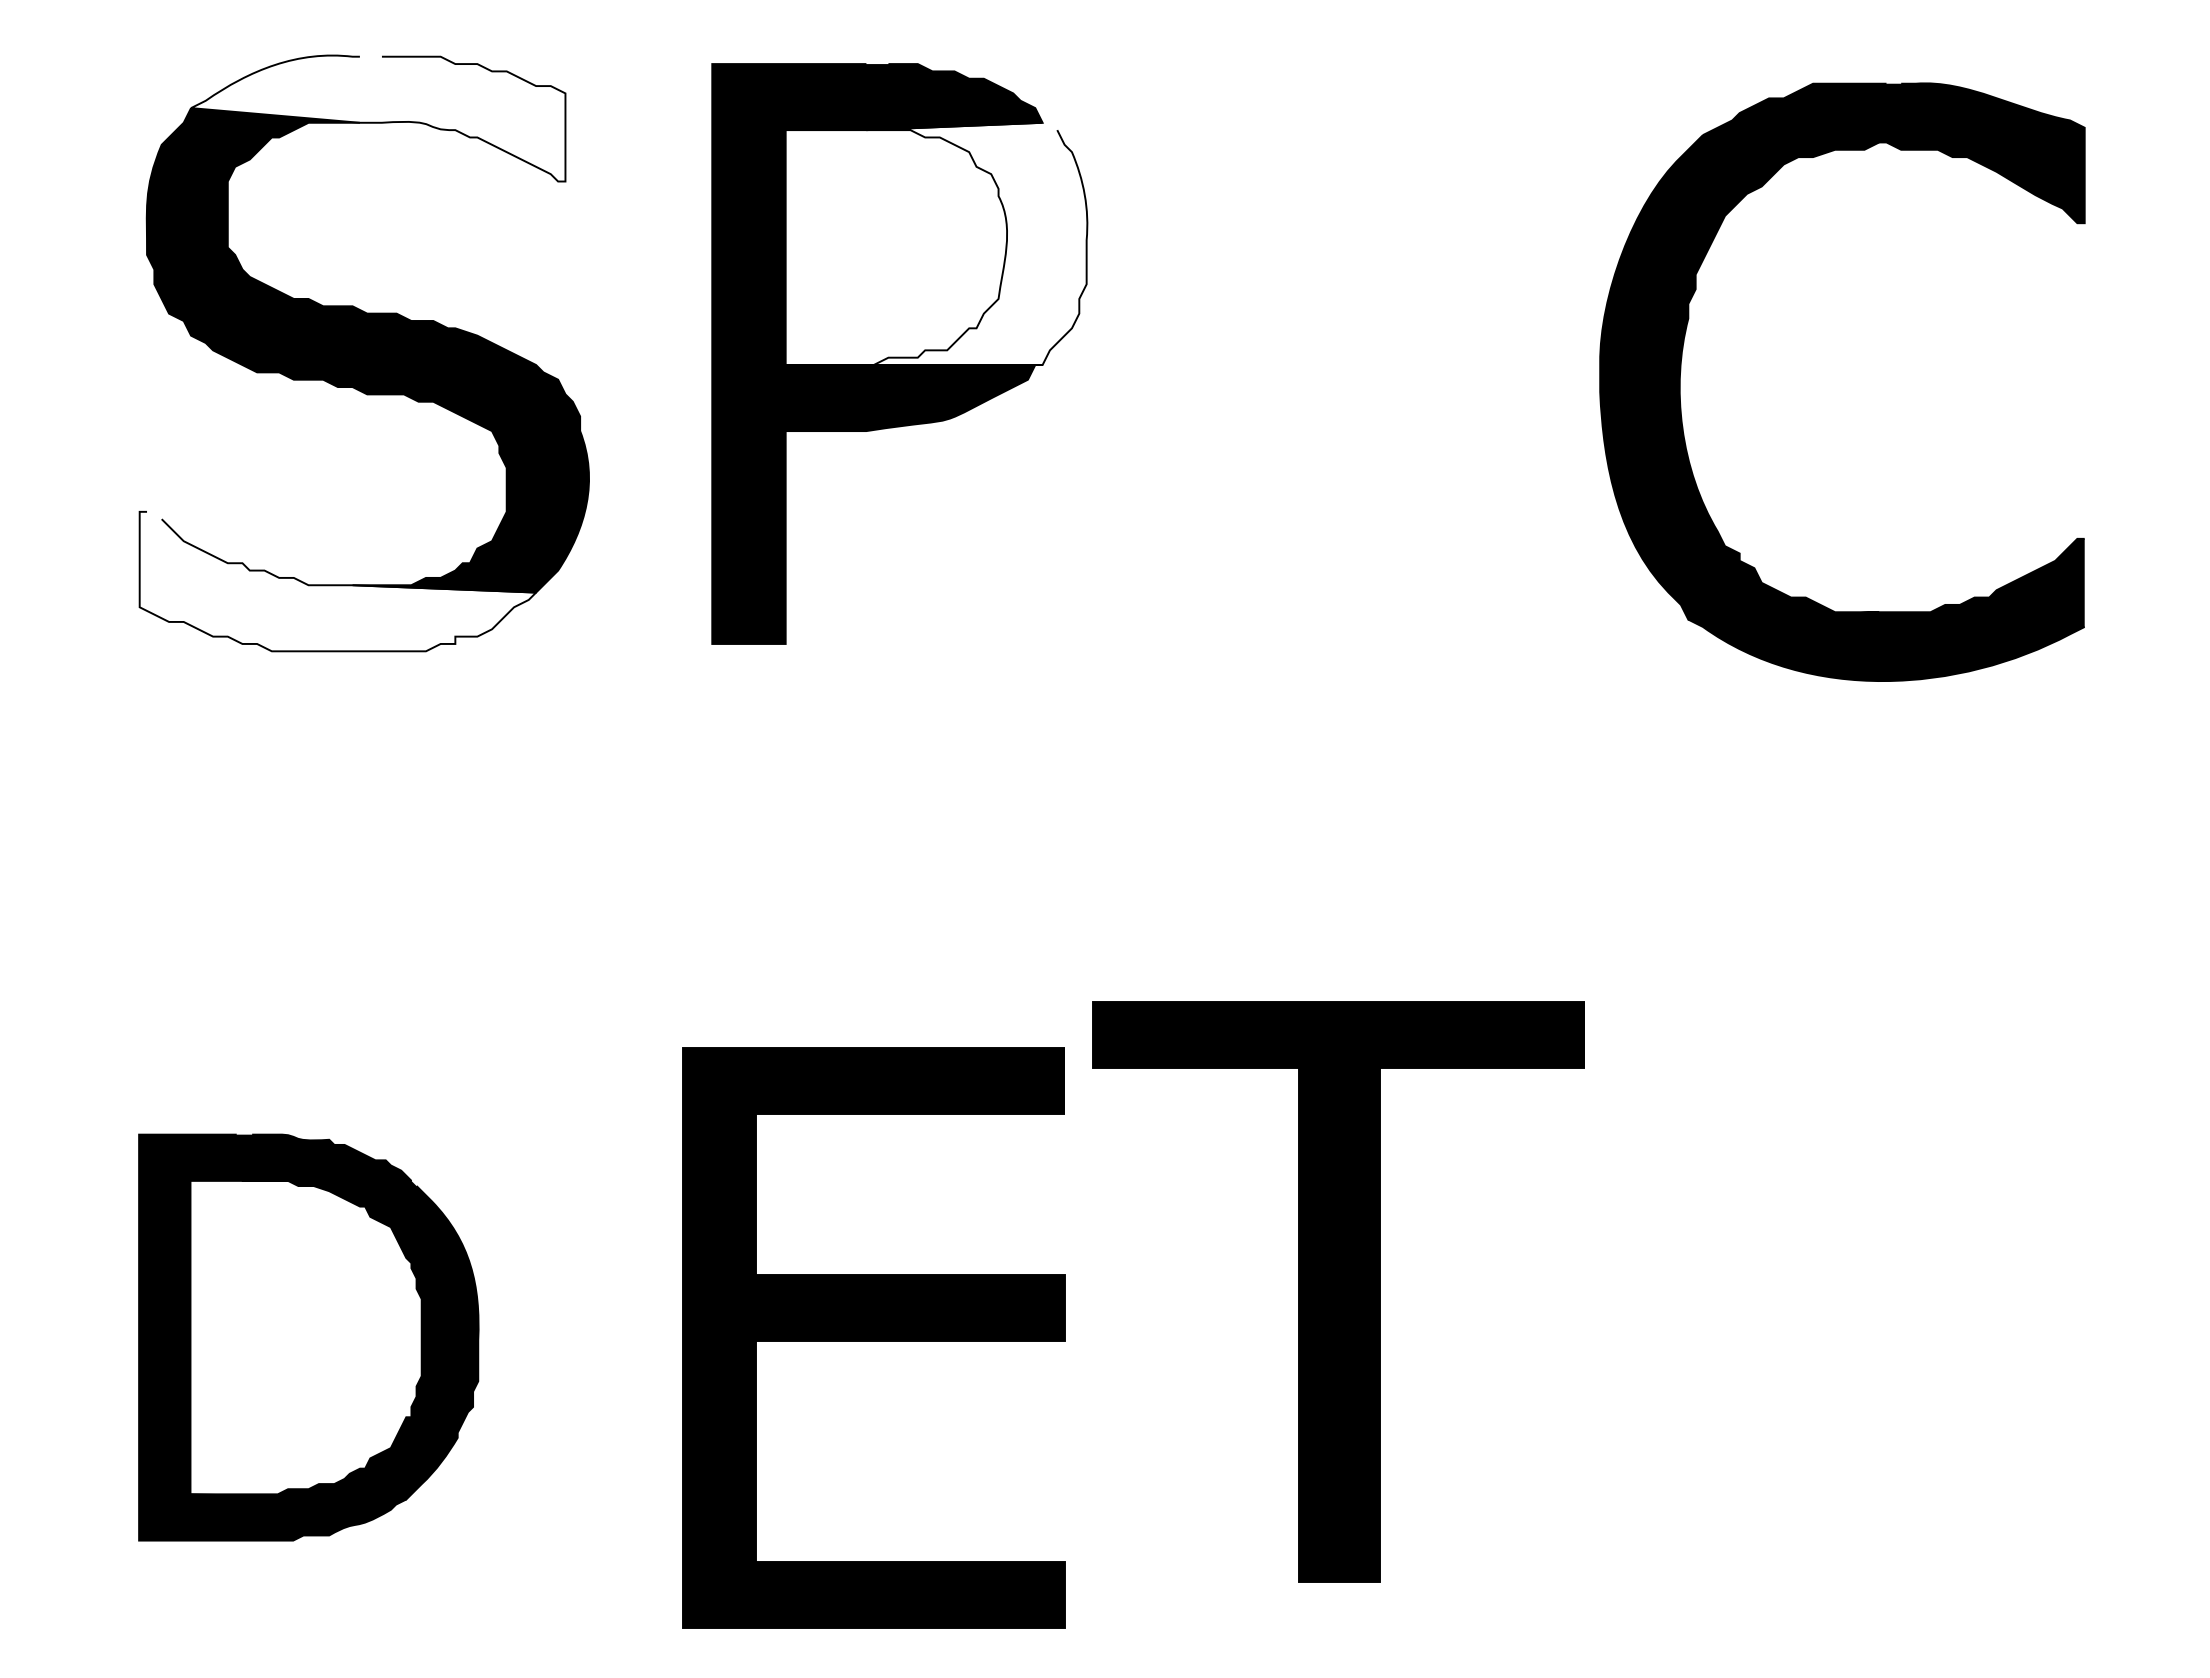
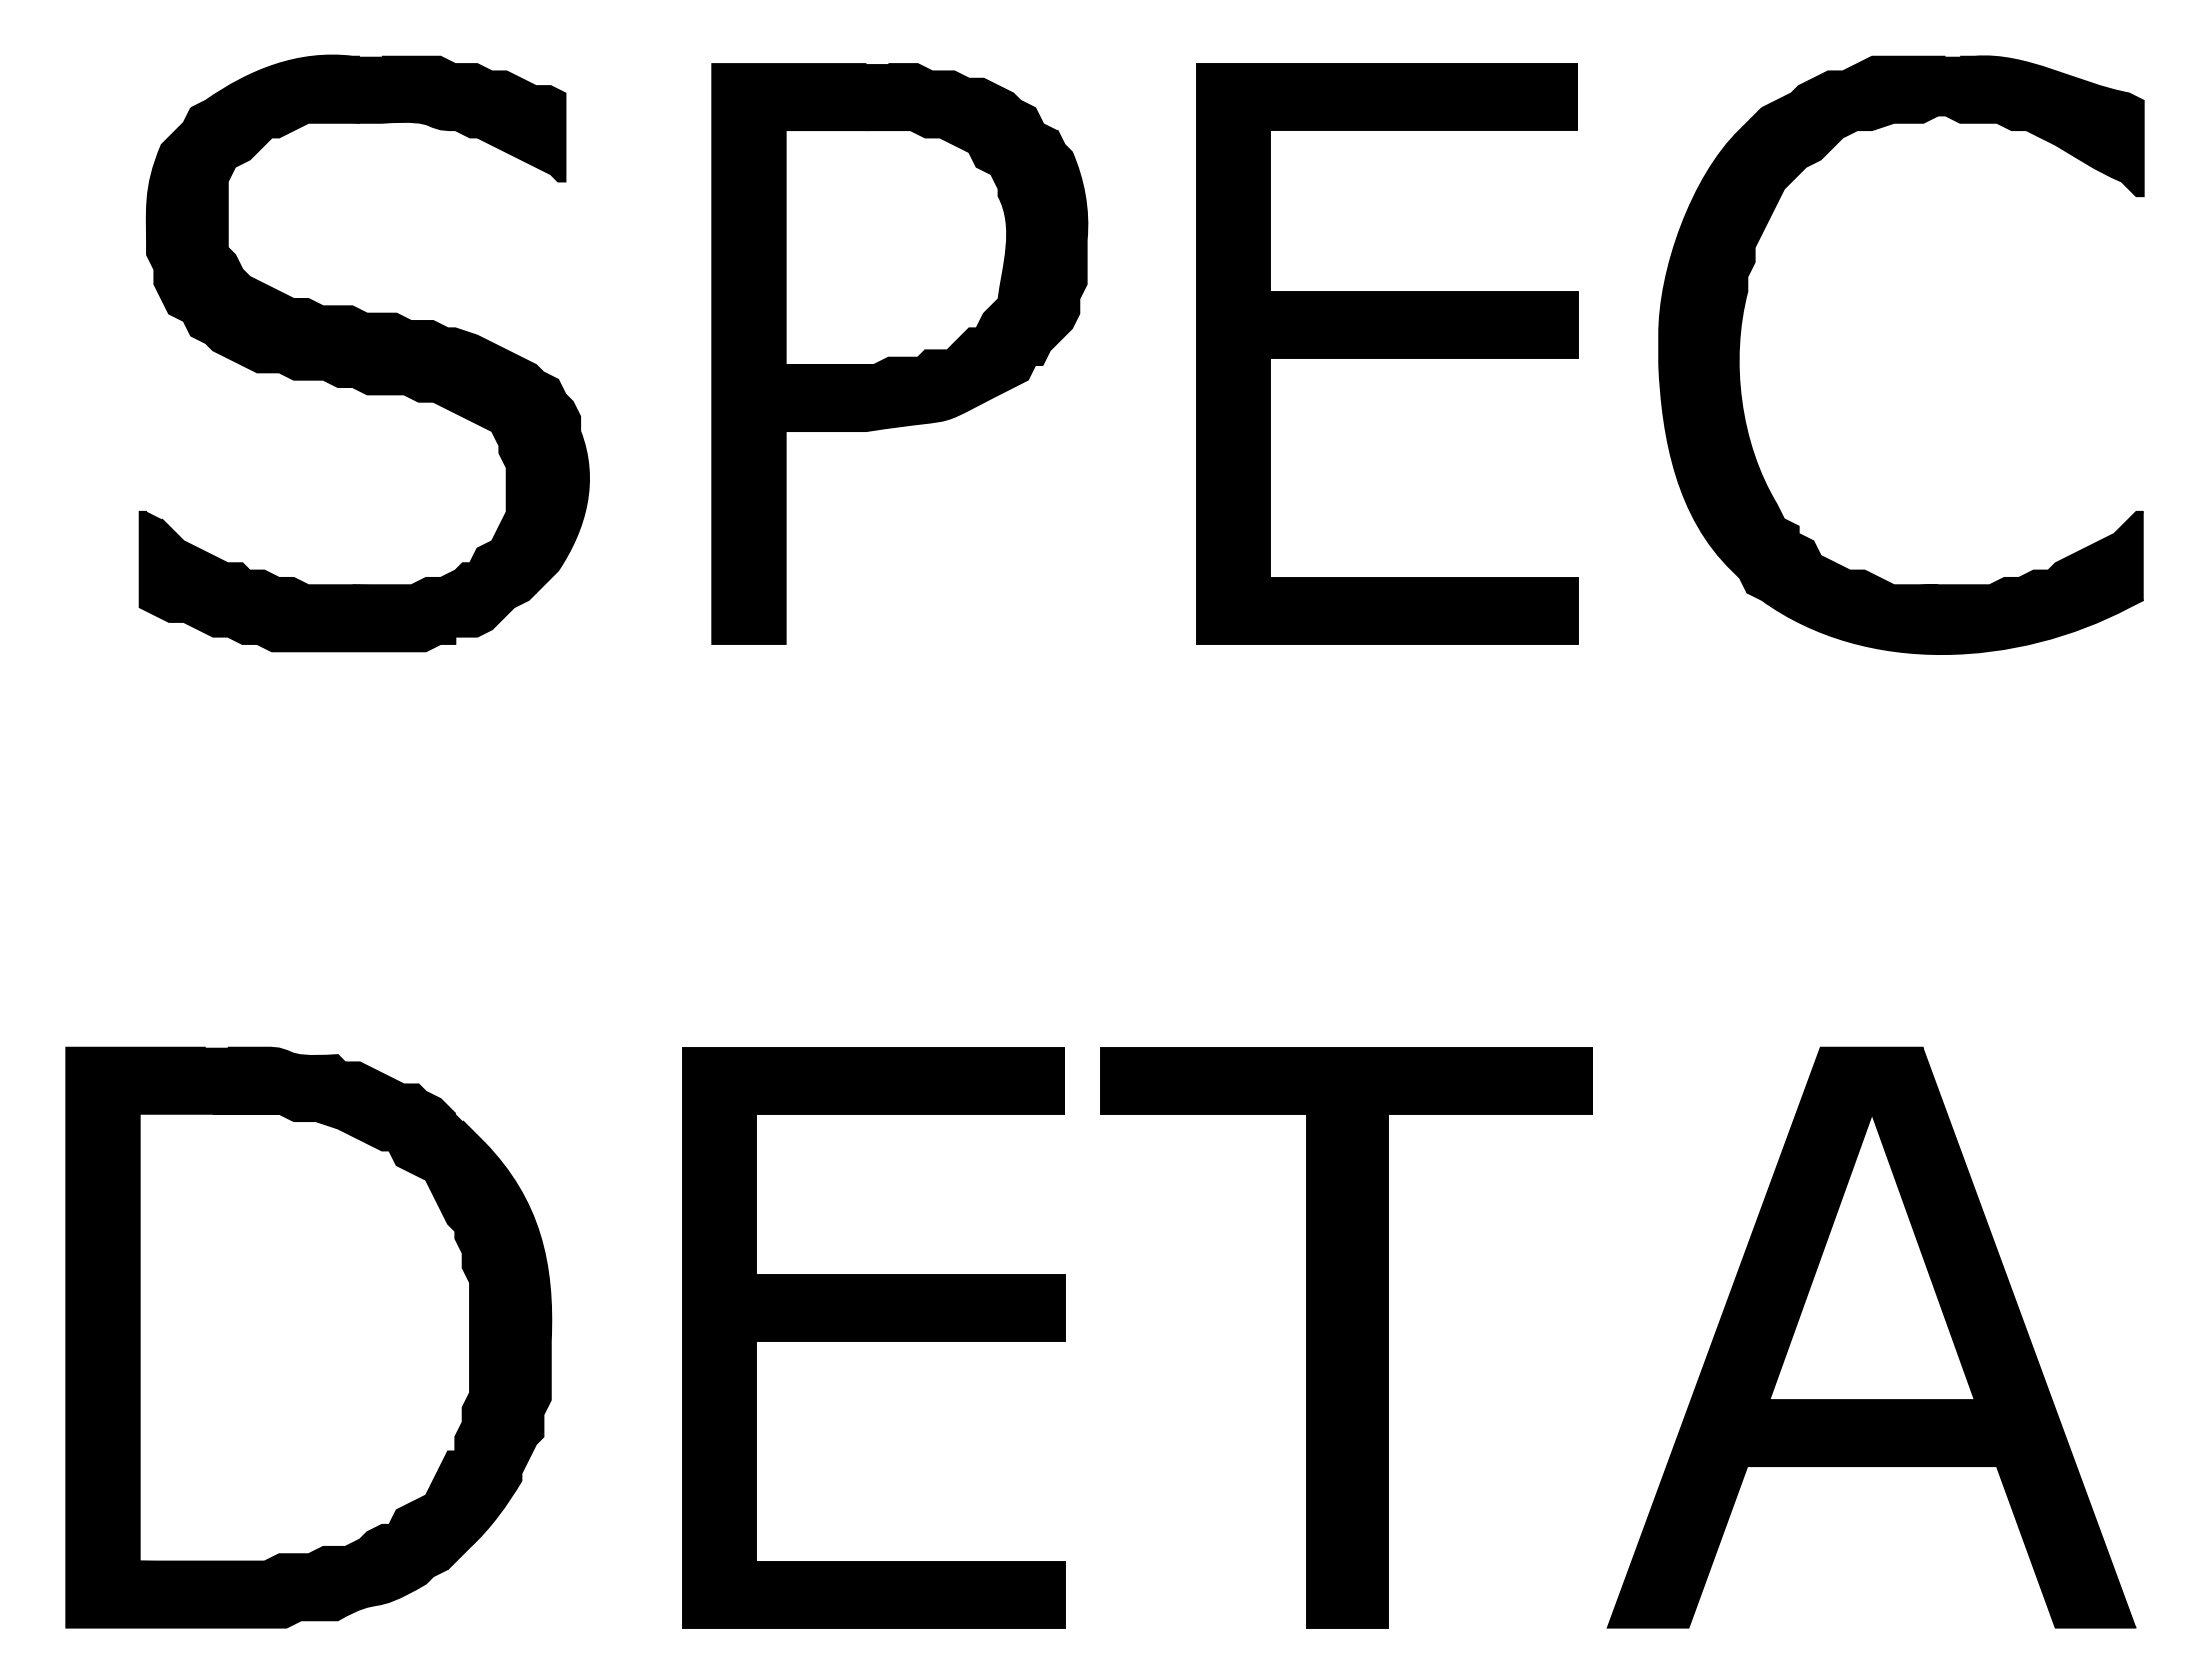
fill at (378, 118): none -> present
fill at (936, 243): none -> present
part at (1387, 353): none -> present
part at (1681, 371) position: (1681, 371) -> (1740, 344)
fill at (337, 581): none -> present
part at (1338, 1291) position: (1338, 1291) -> (1346, 1337)
part at (308, 1337) size: 342x409 px -> 488x583 px
part at (1871, 1337): none -> present
